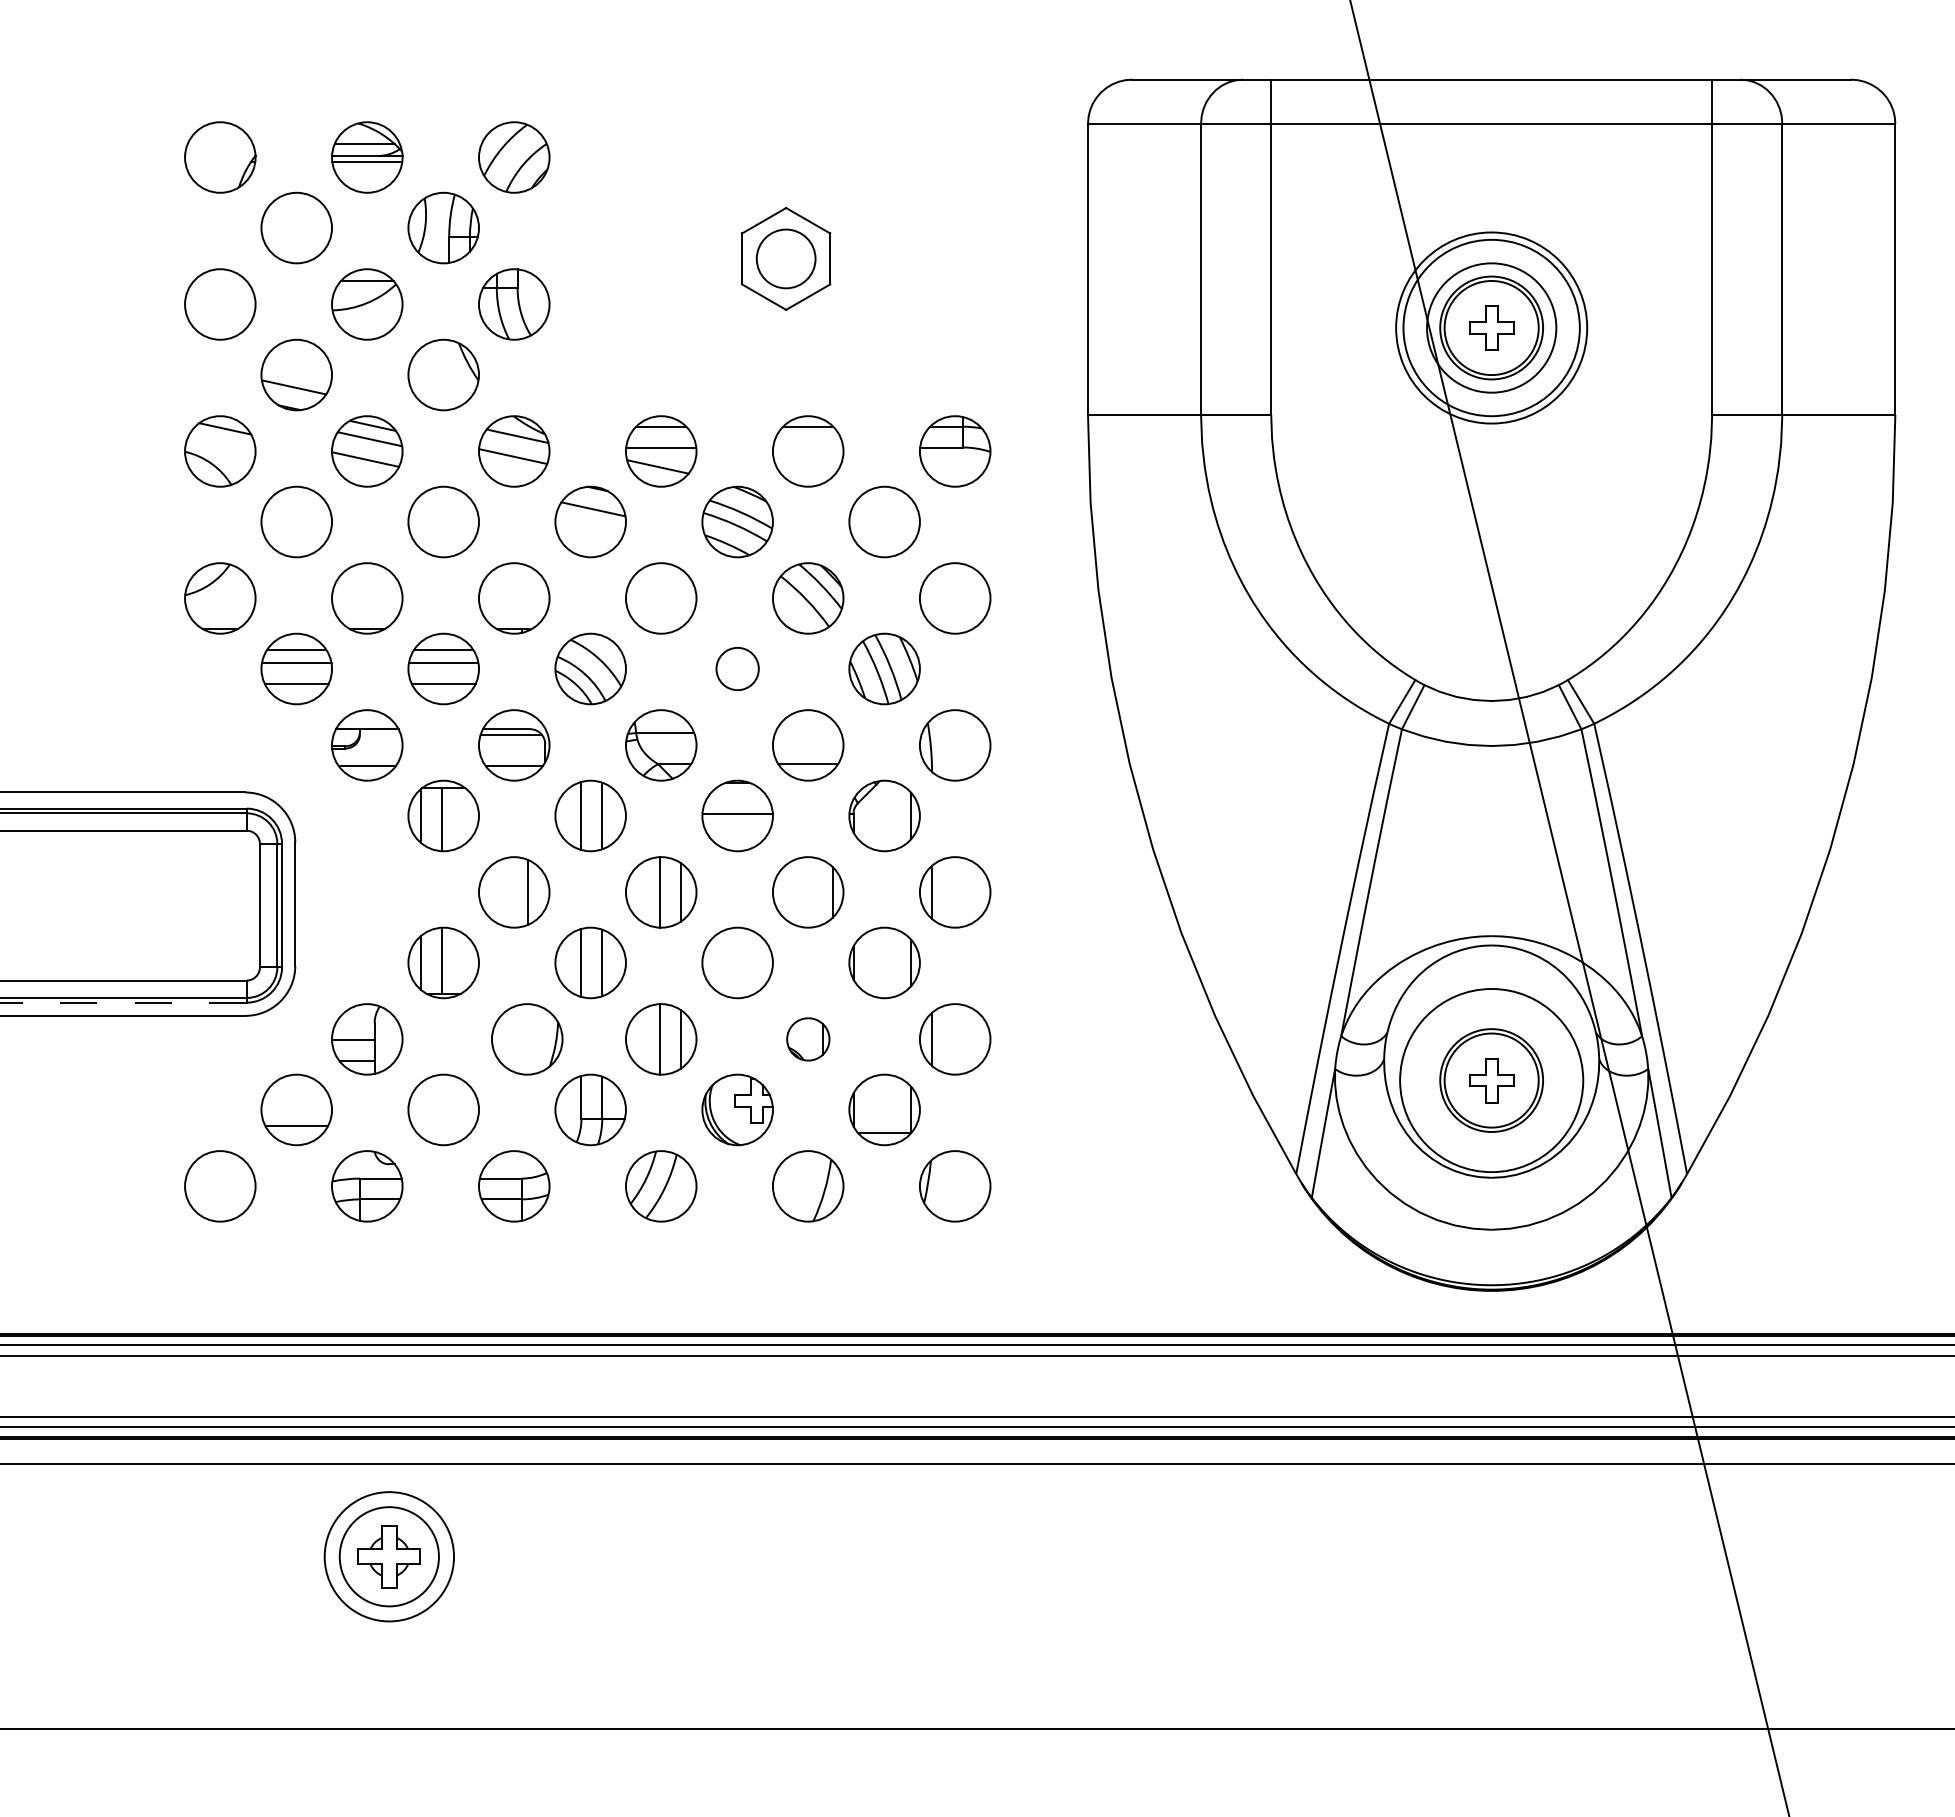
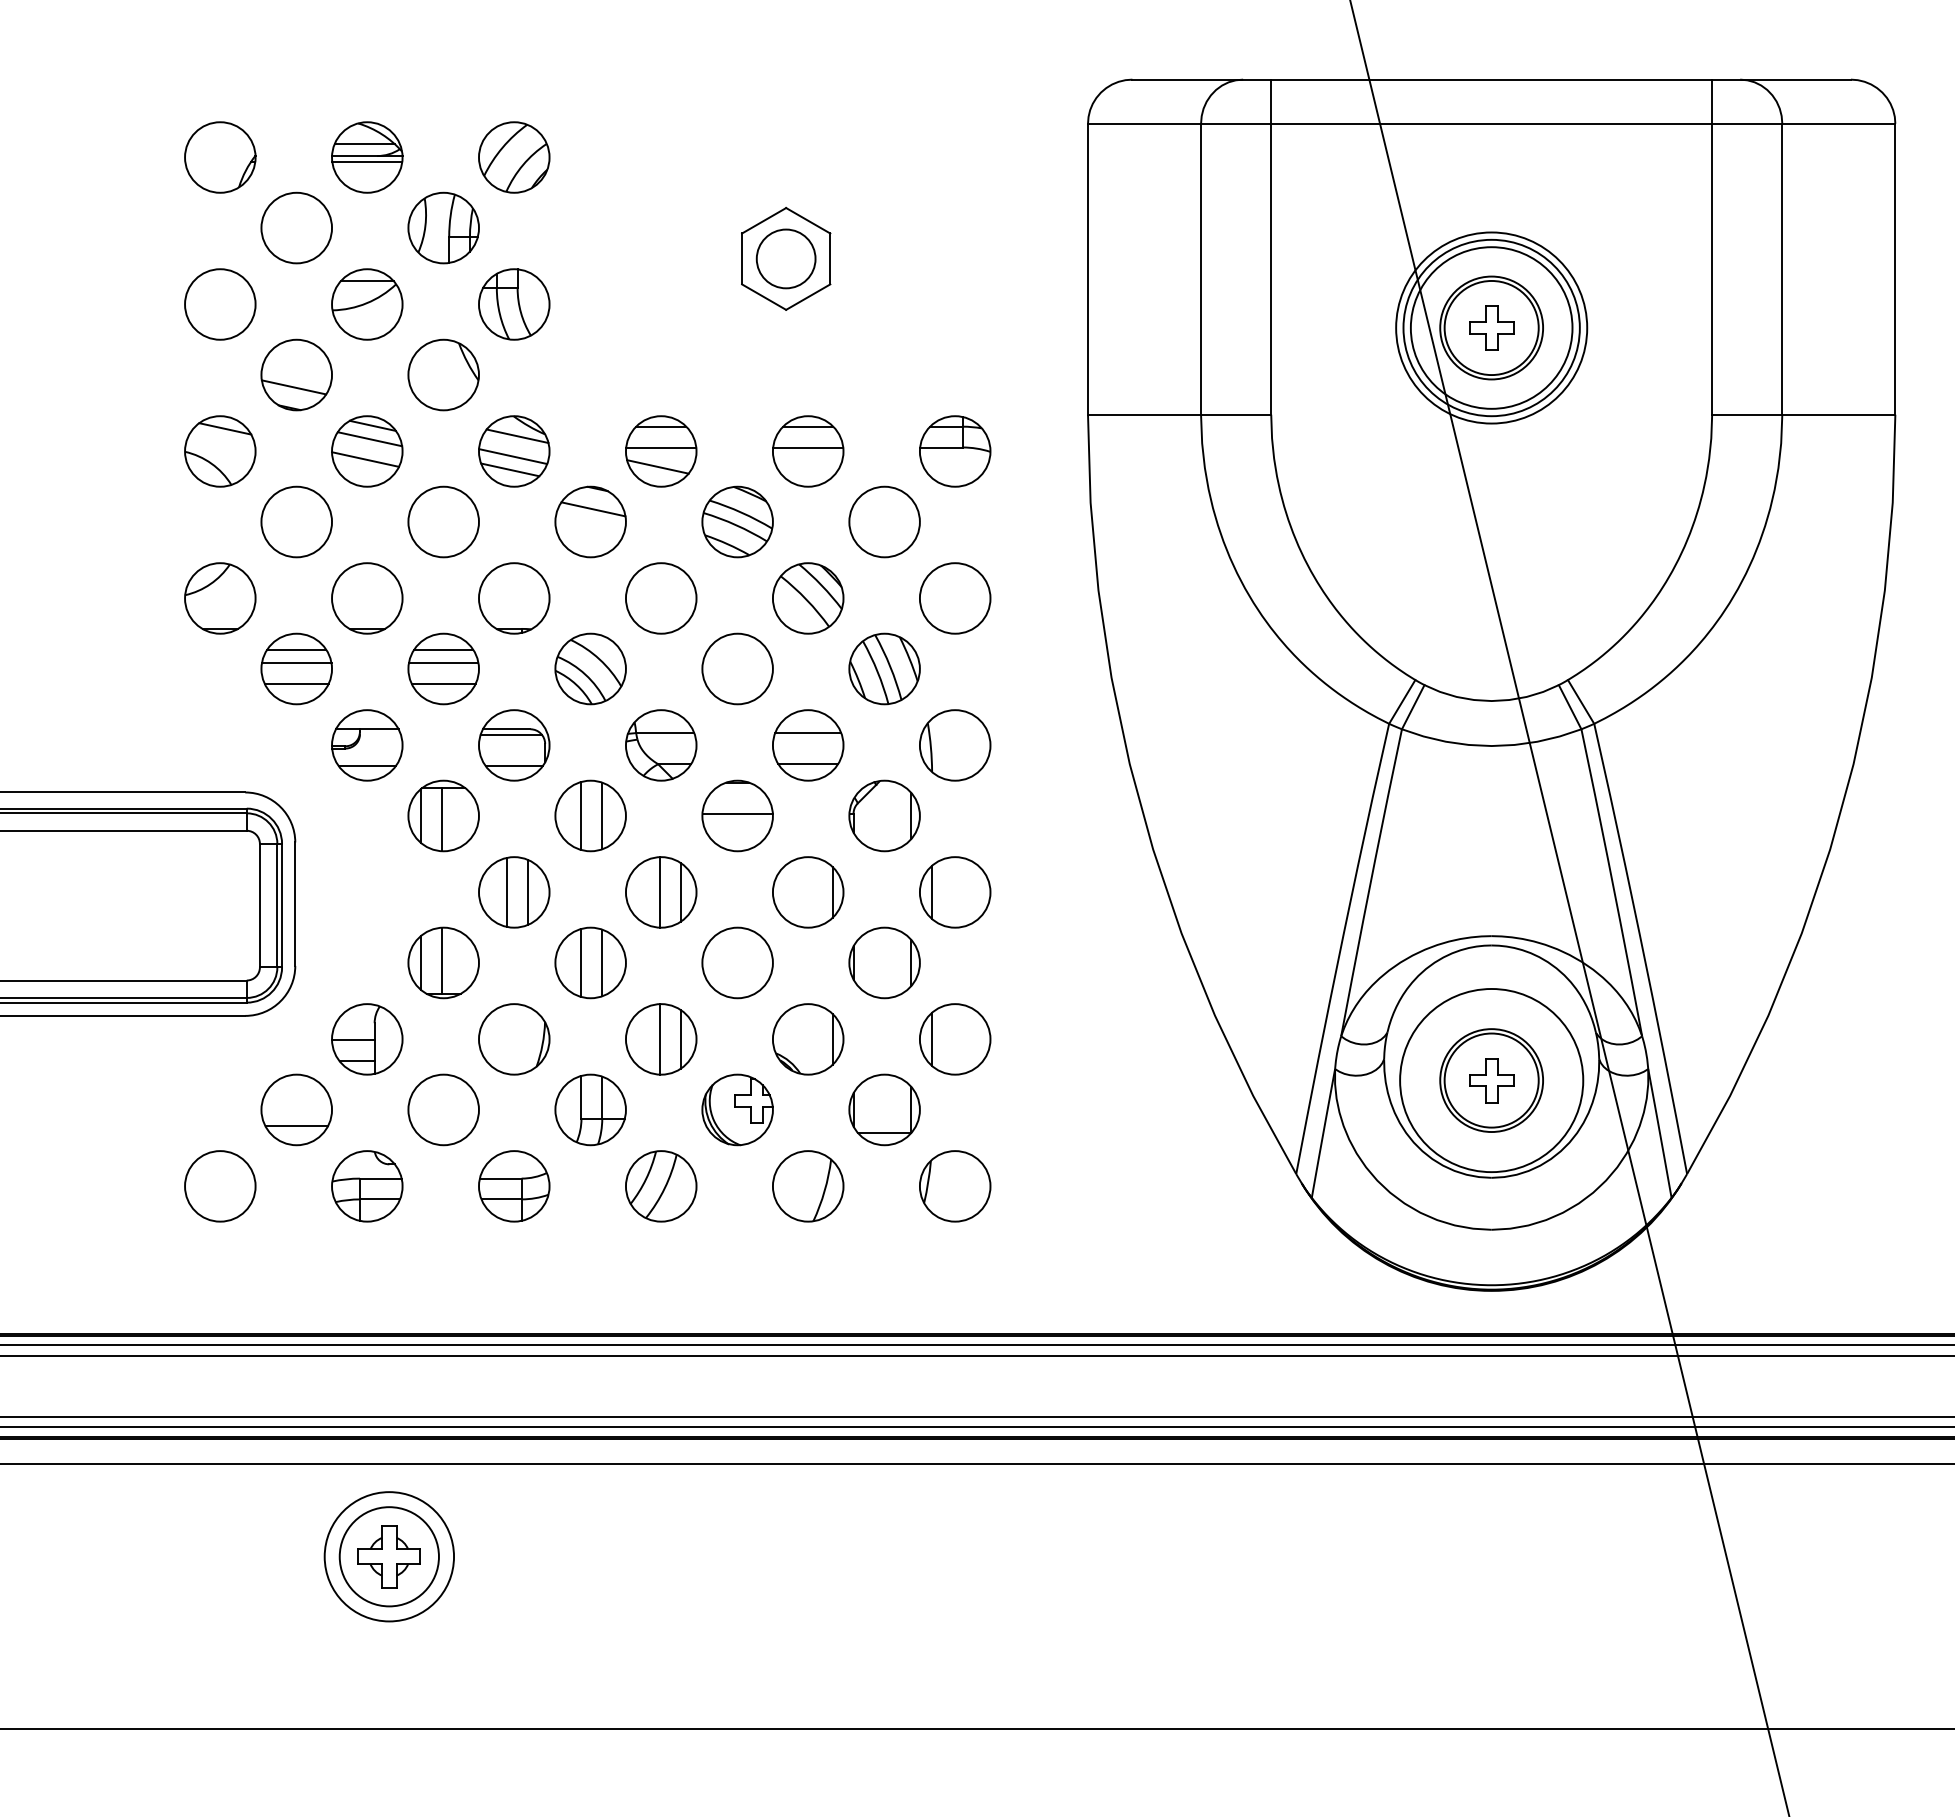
circle at (1491, 327) diameter: 129 px -> 162 px
line at (808, 447): none -> present
line at (510, 469): none -> present
circle at (737, 668) diameter: 42 px -> 71 px
line at (808, 733): none -> present
line at (507, 891): none -> present
line at (123, 1002): dashed -> solid
part at (527, 1039) position: (527, 1039) -> (514, 1039)
part at (808, 1039) size: 45x45 px -> 73x73 px
